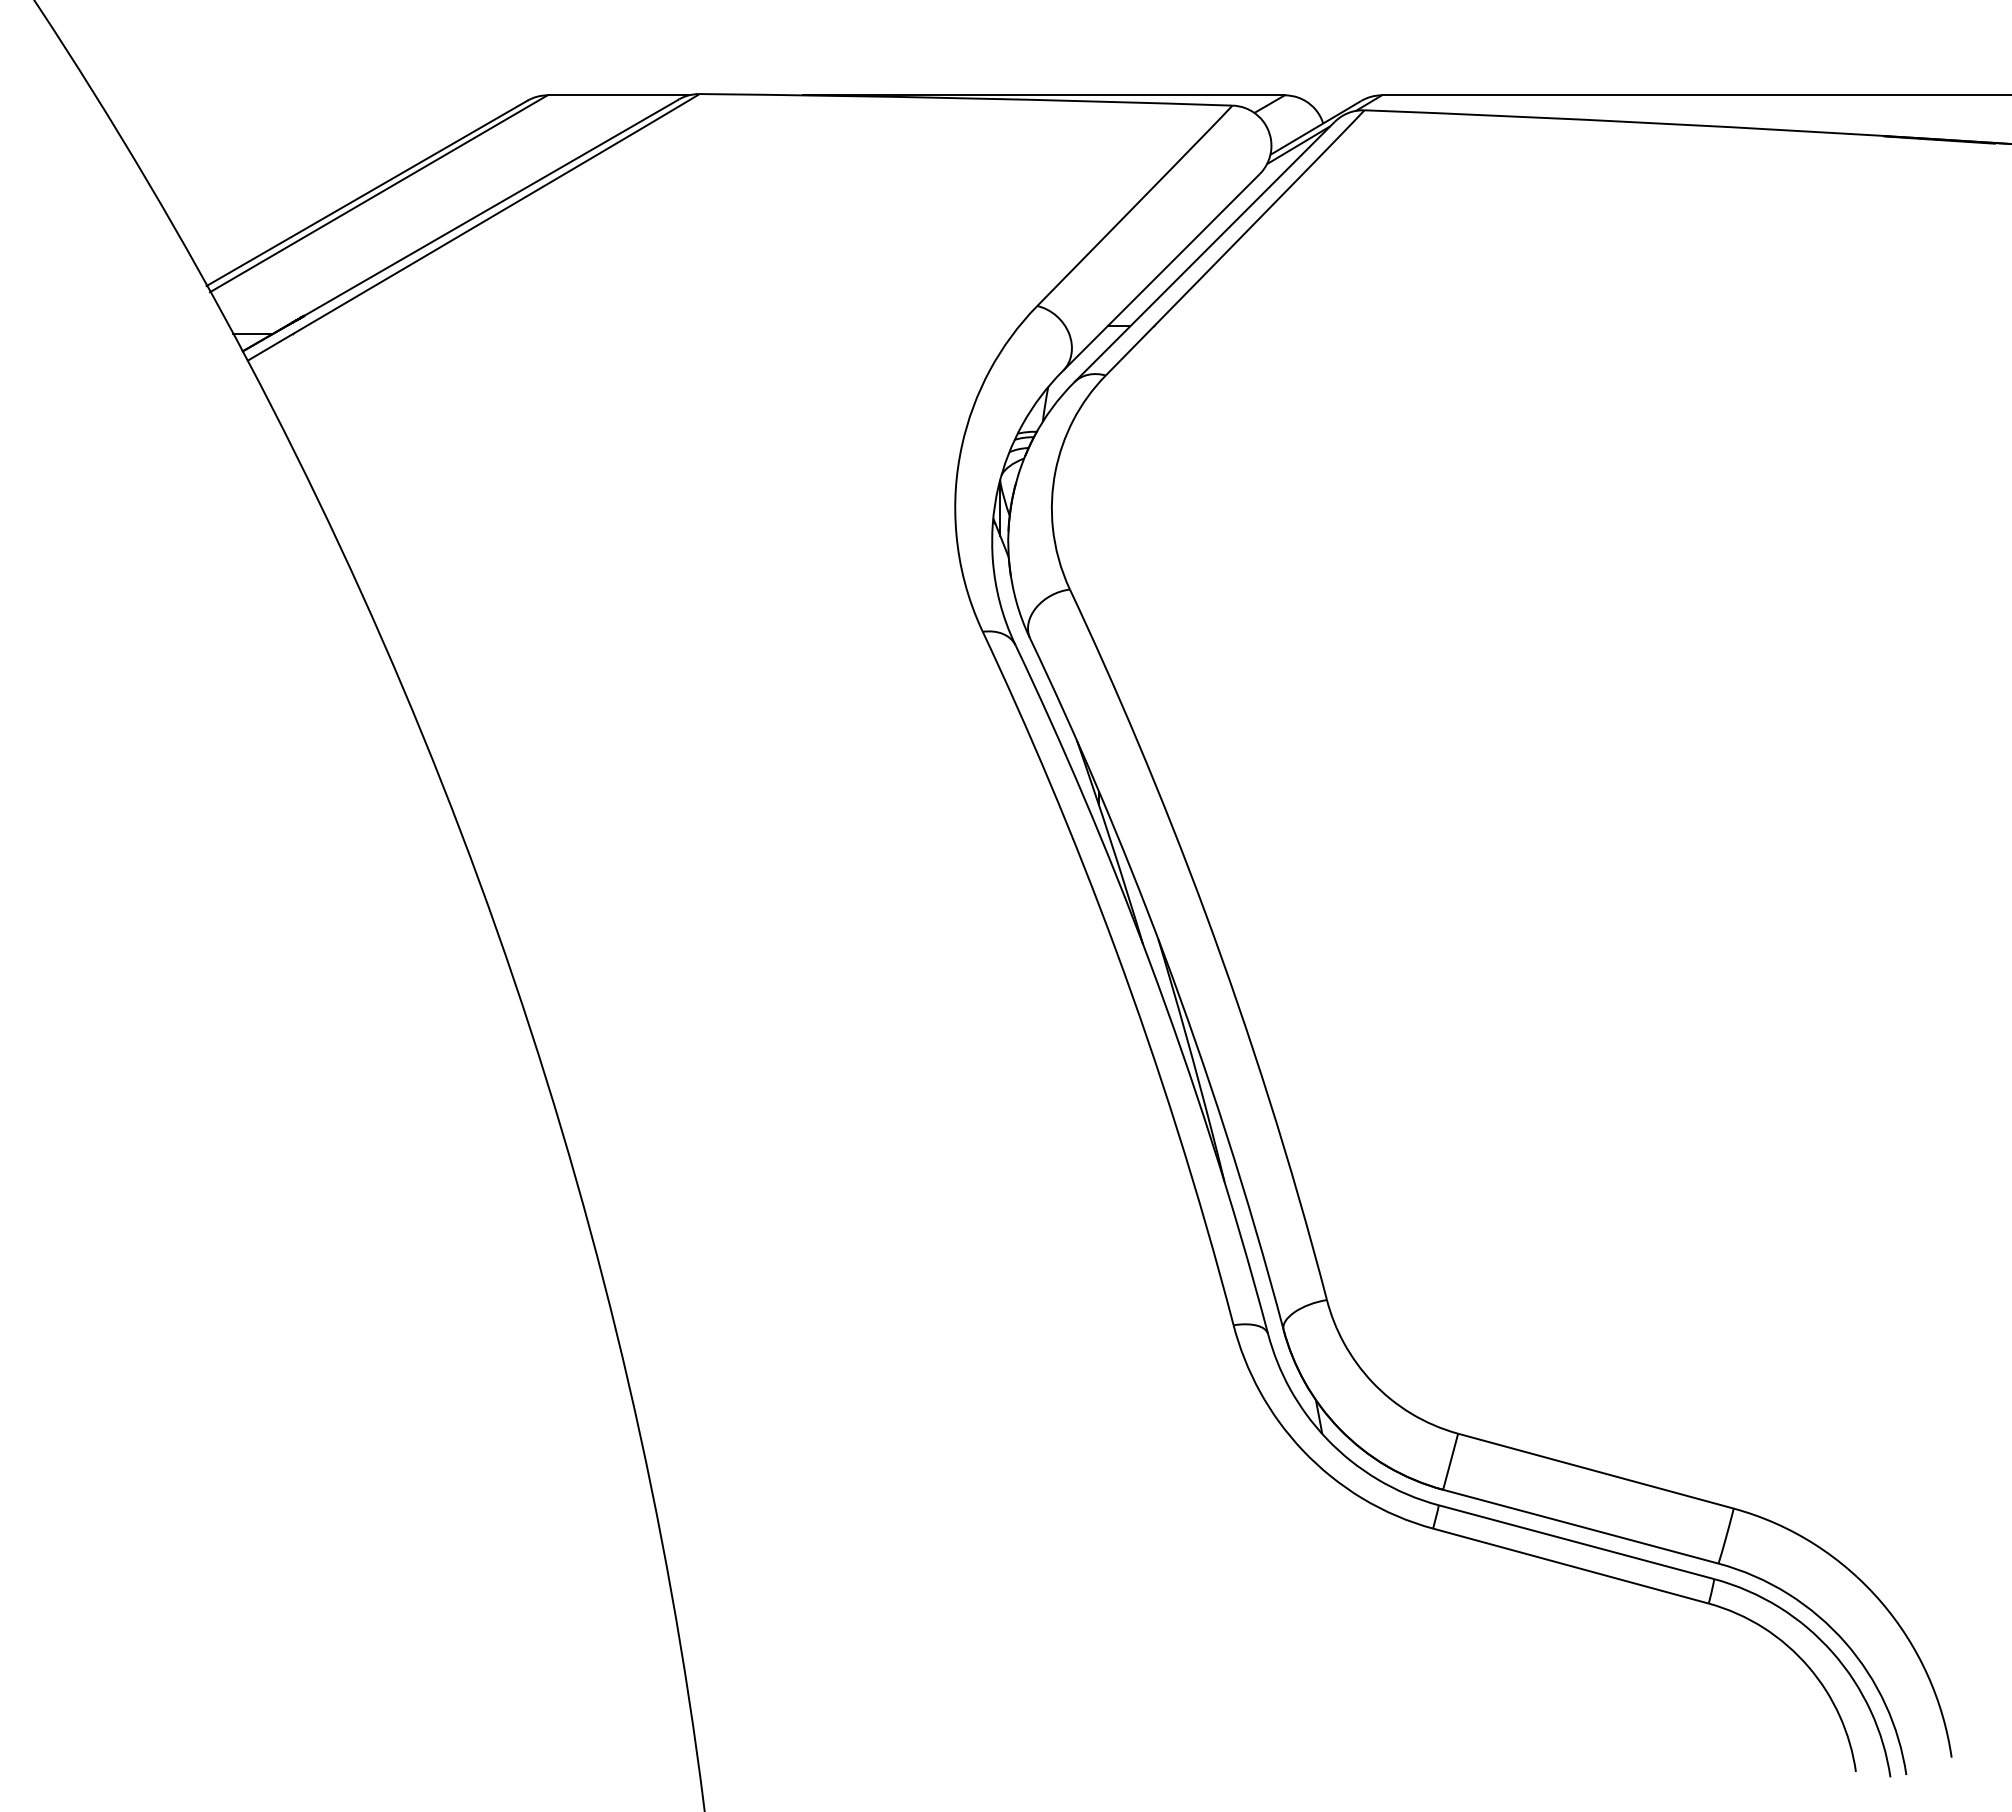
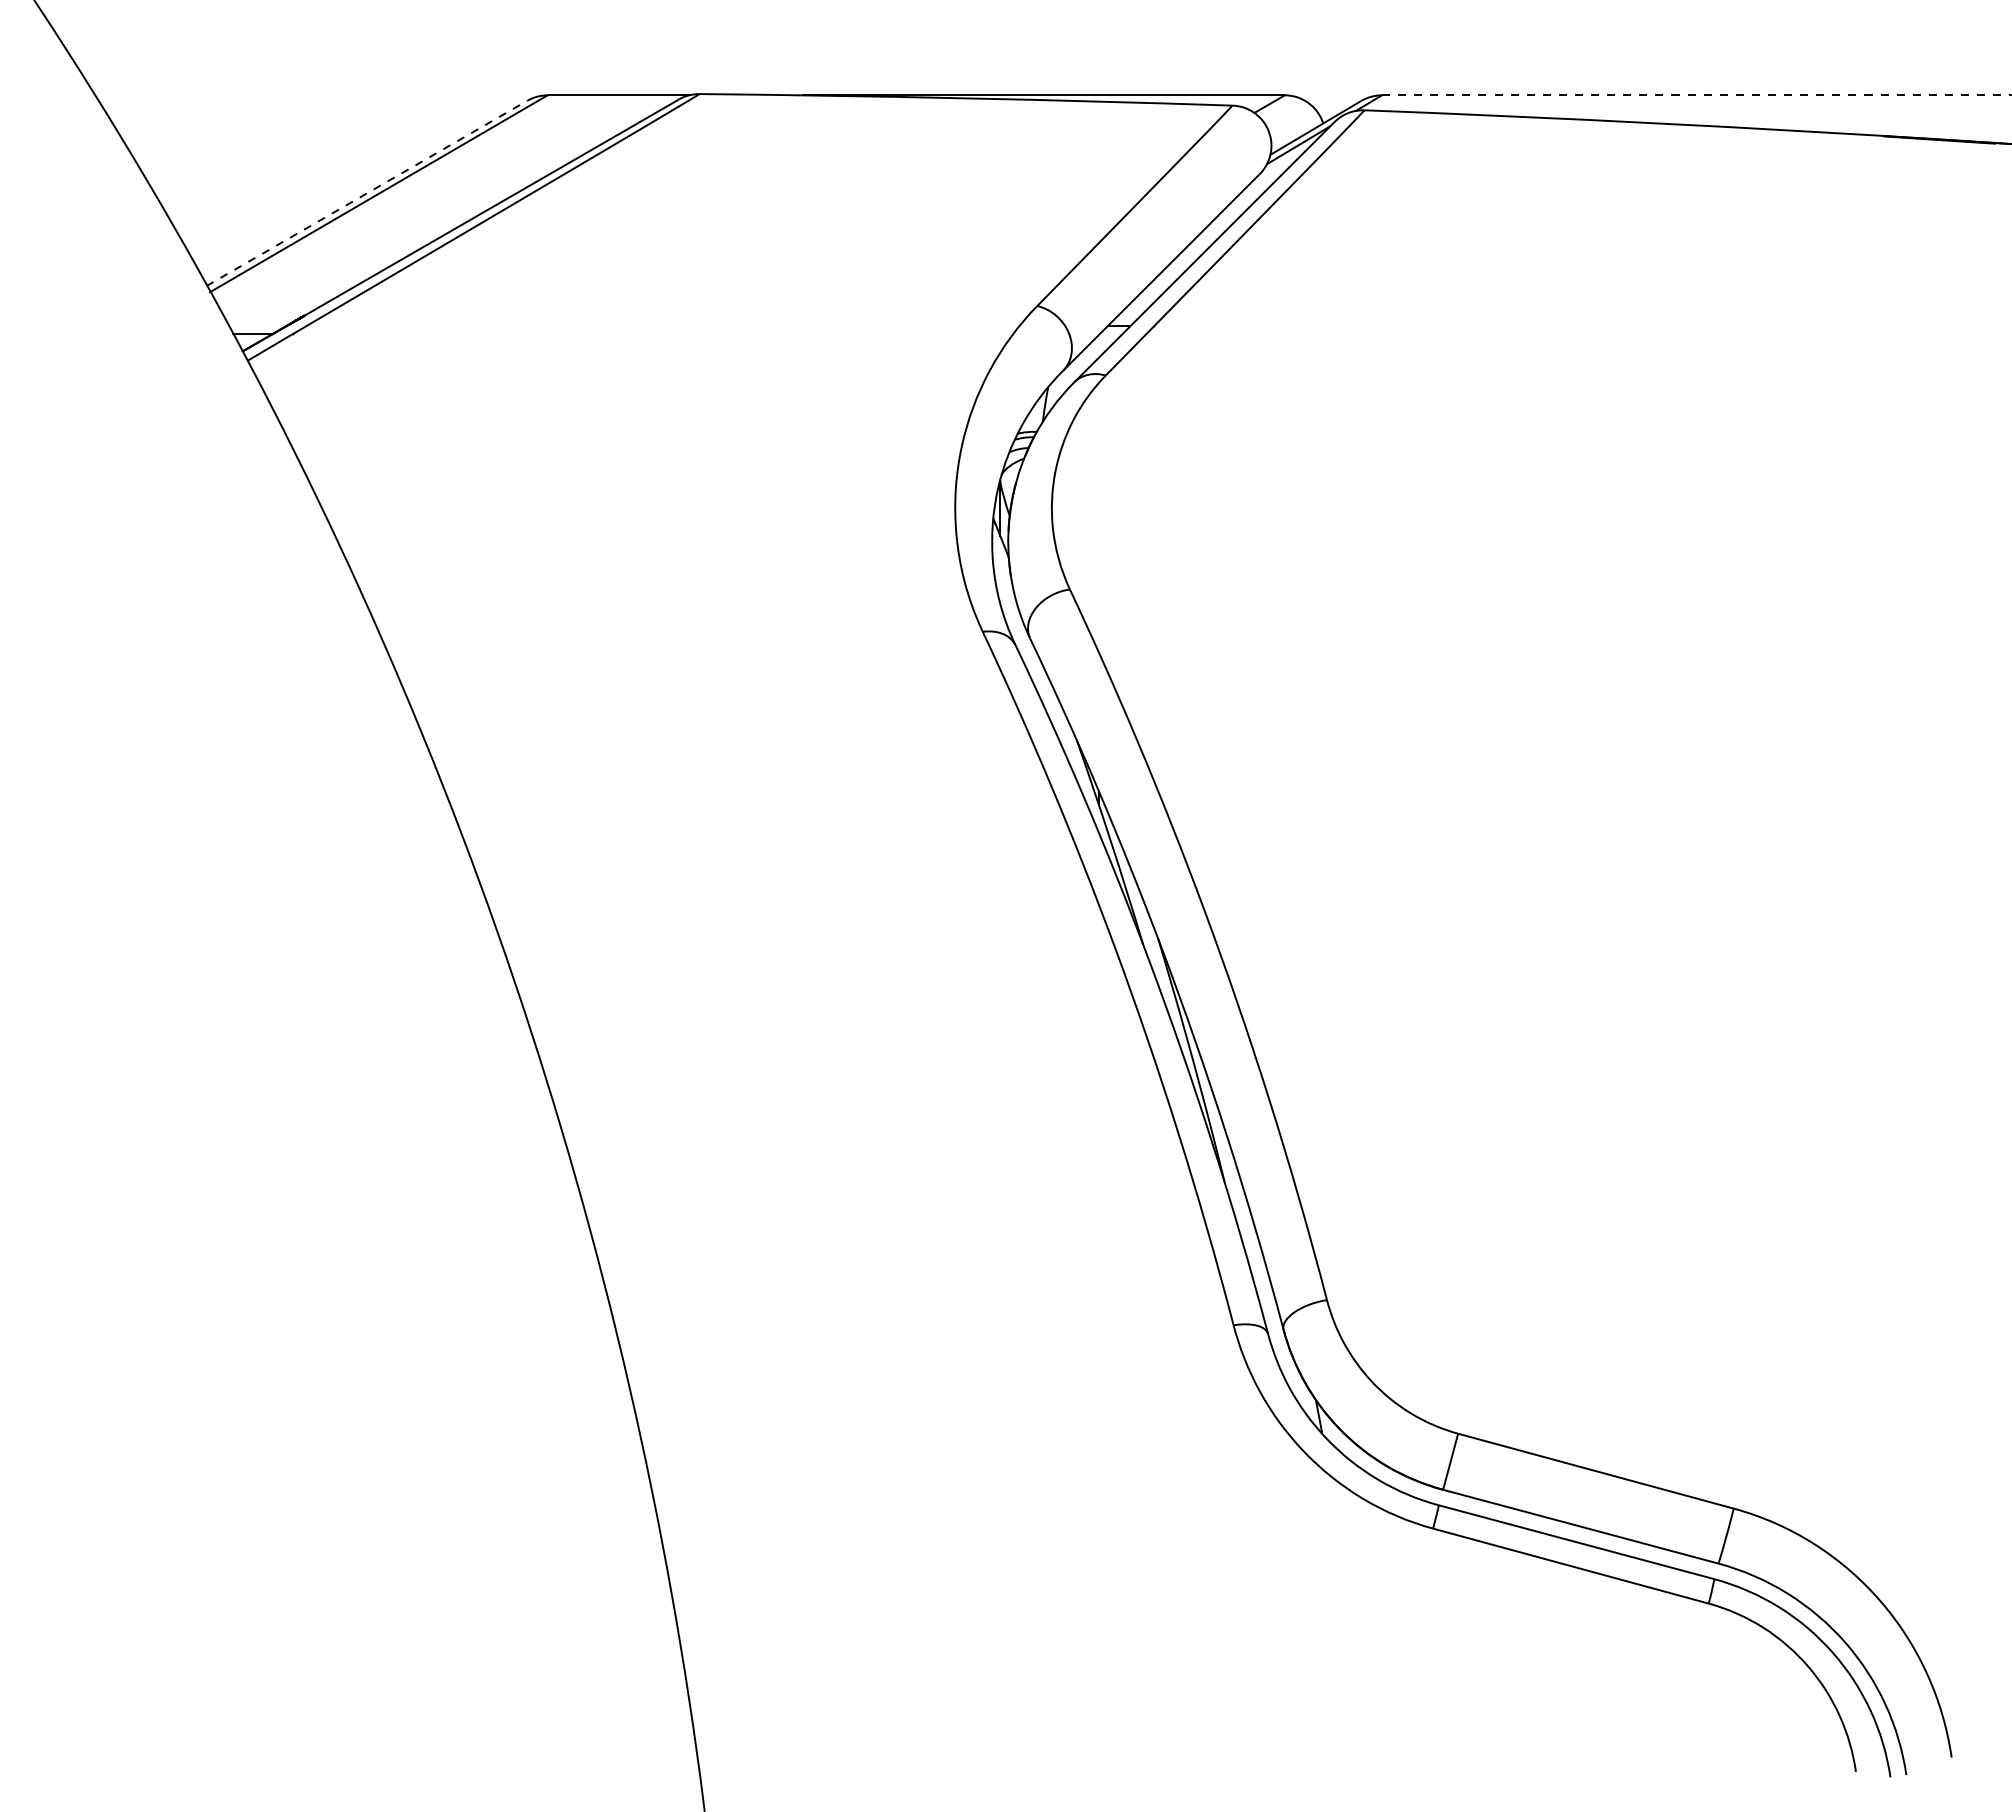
line at (1696, 95): solid -> dashed
line at (367, 193): solid -> dashed
